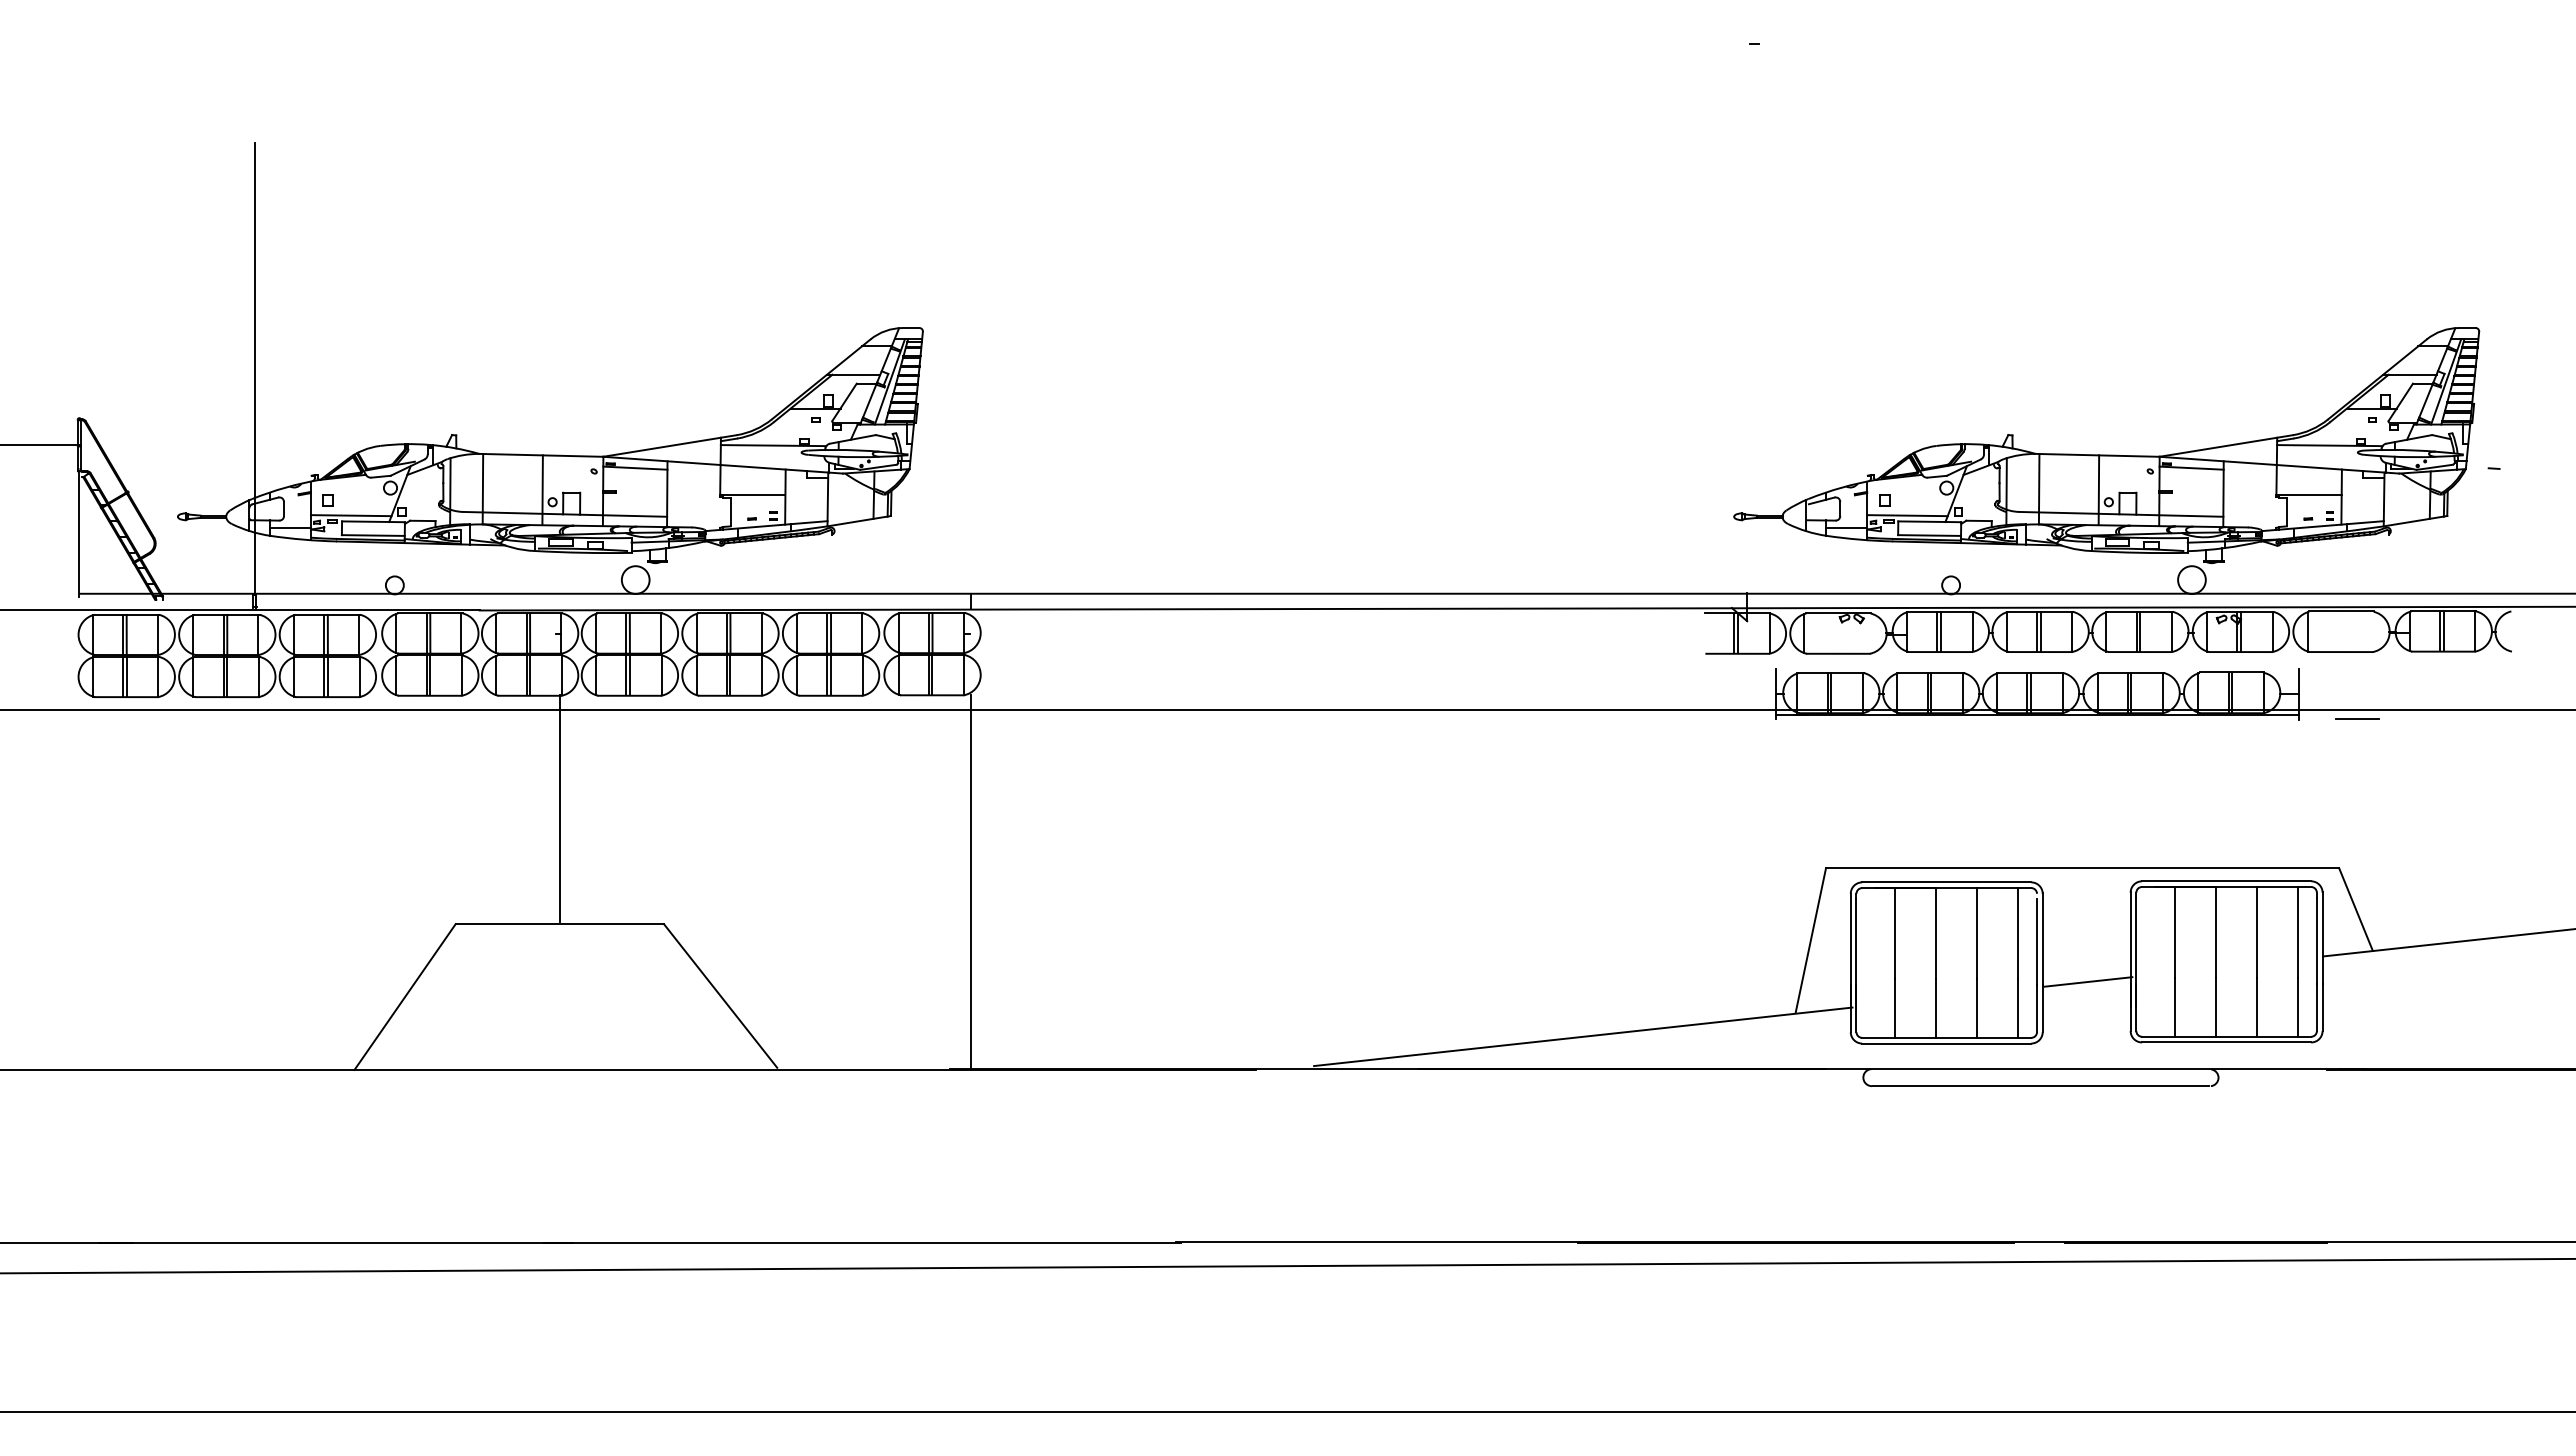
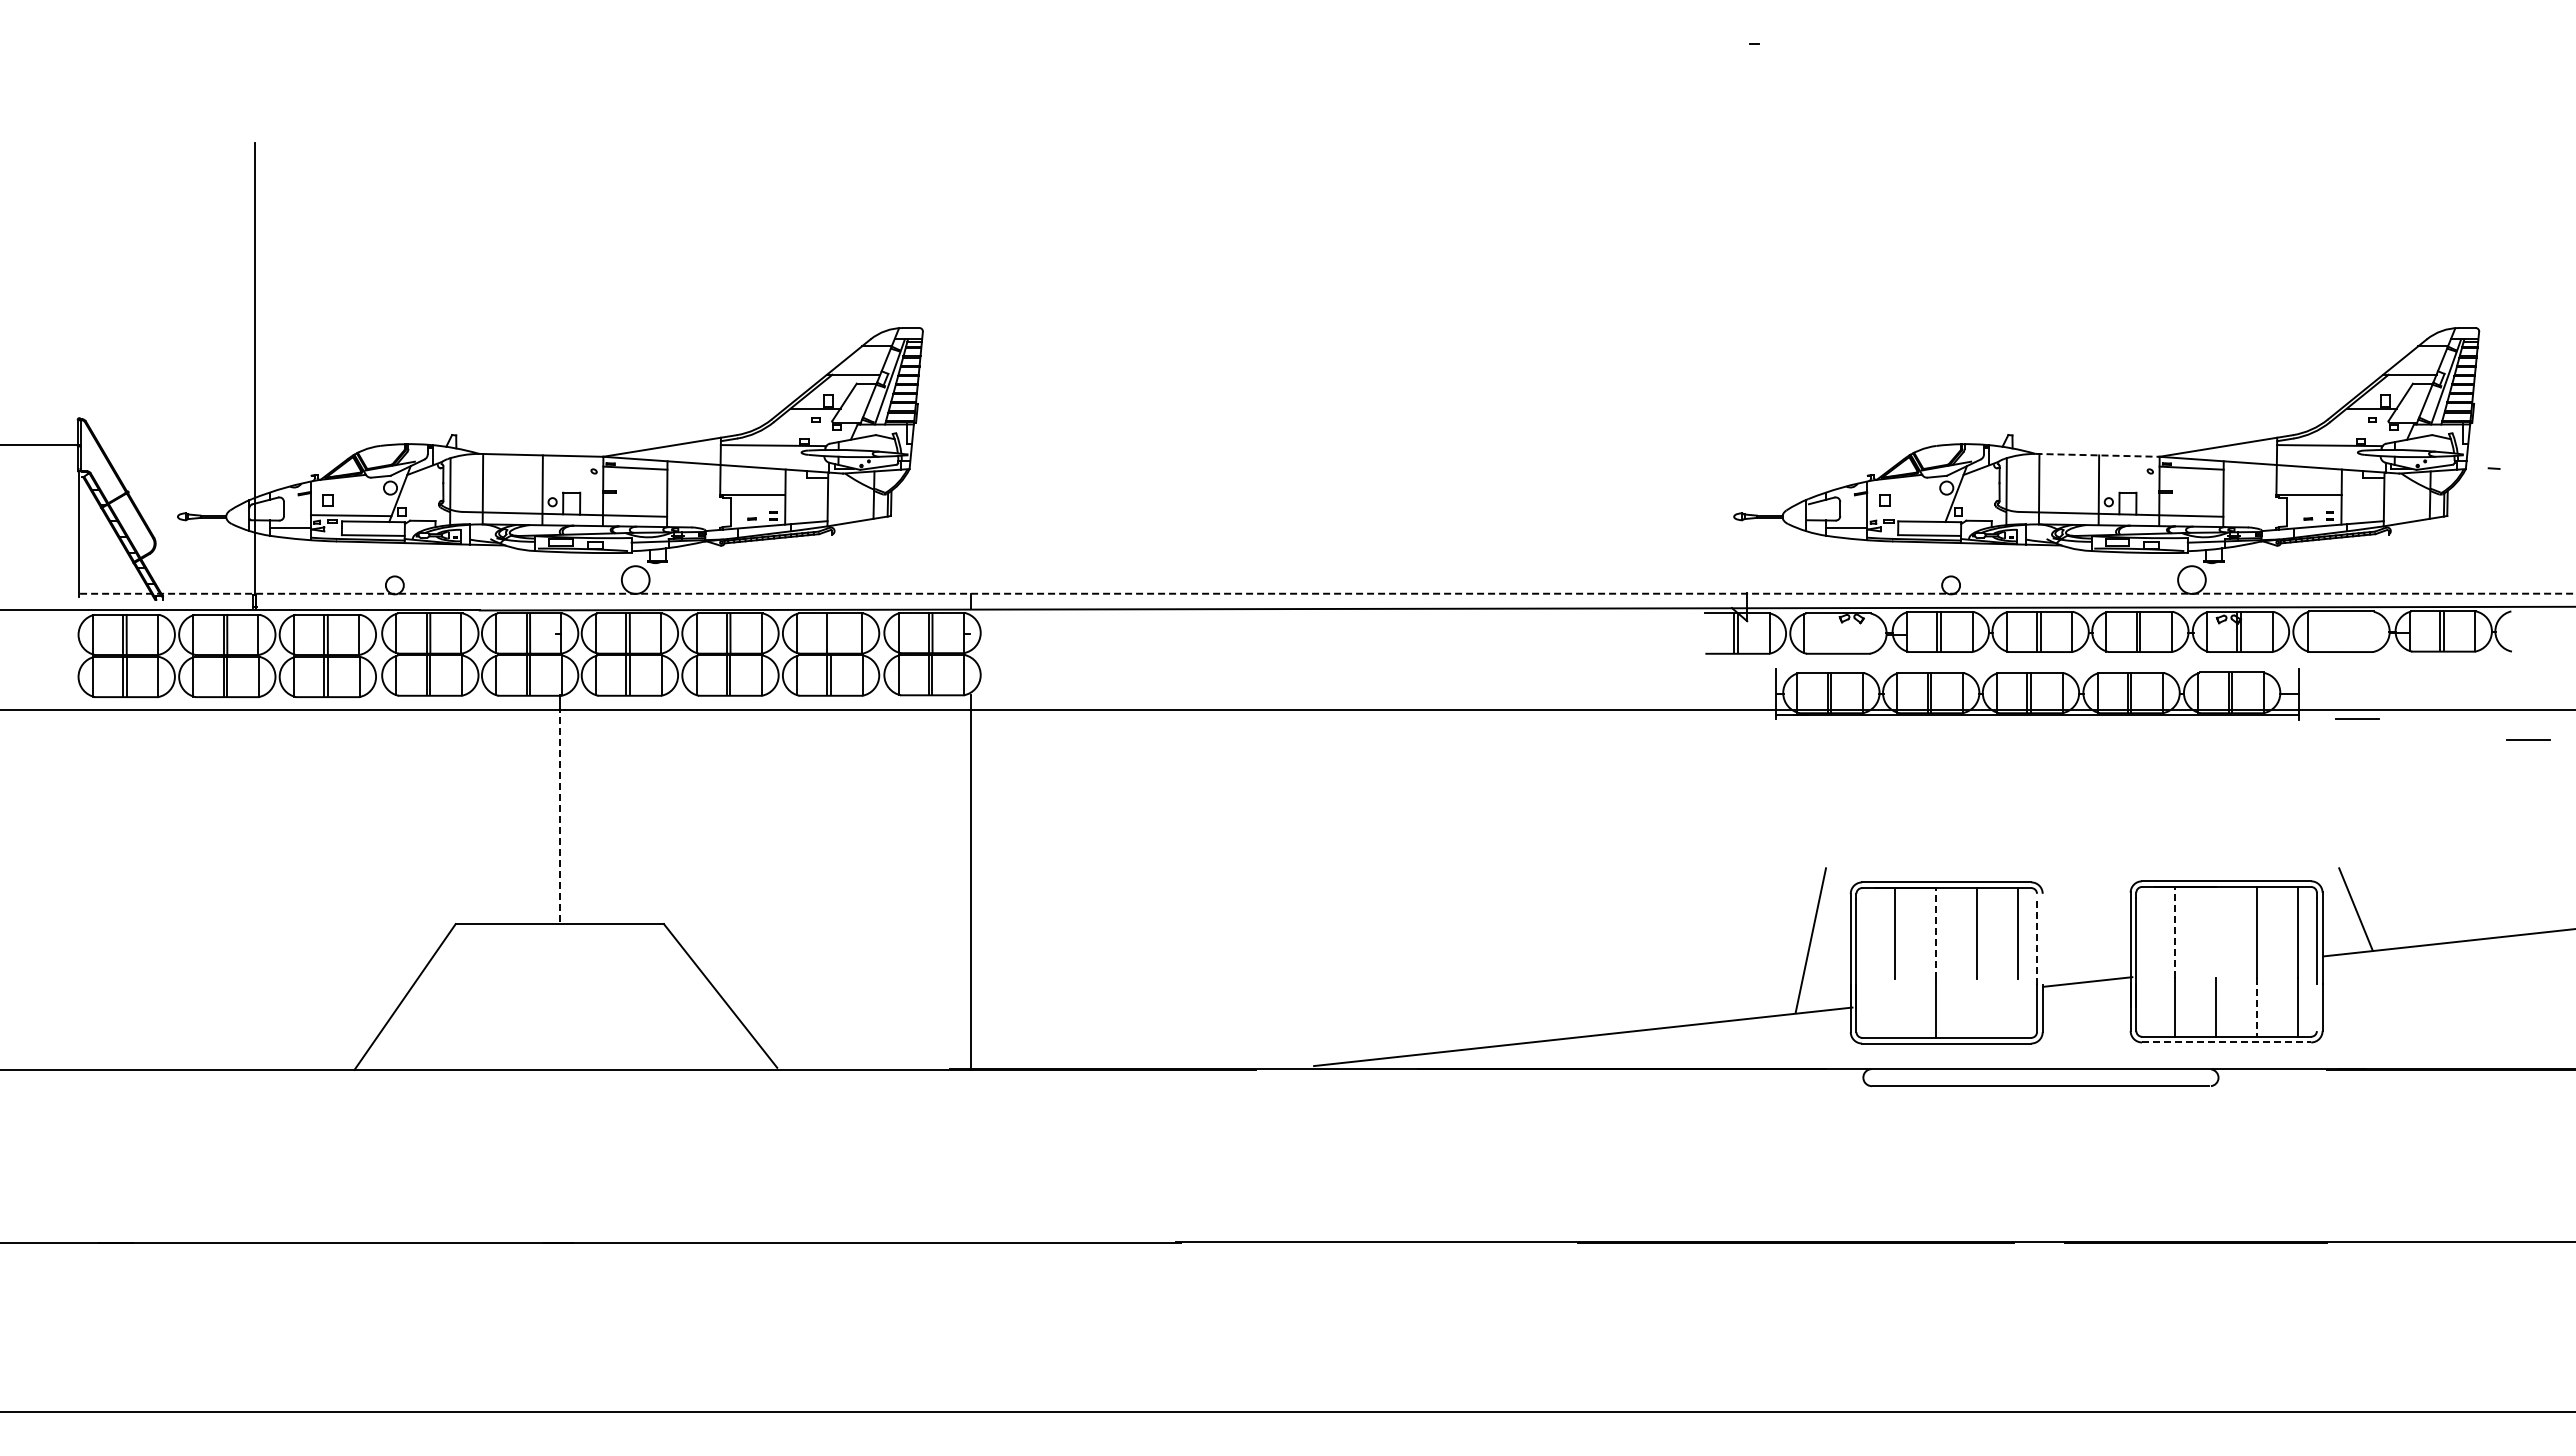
line at (2097, 455): solid -> dashed
line at (1907, 515): present -> none
line at (1328, 593): solid -> dashed
line at (831, 633): present -> none
line at (2528, 739): none -> present
line at (559, 814): solid -> dashed
line at (2082, 868): present -> none
line at (2175, 932): solid -> dashed
line at (2216, 932): present -> none
line at (1936, 933): solid -> dashed
line at (2042, 938): present -> none
line at (2037, 941): solid -> dashed
line at (2257, 1007): solid -> dashed
line at (2316, 1007): present -> none
line at (1895, 1008): present -> none
line at (1977, 1008): present -> none
line at (2018, 1008): present -> none
line at (2226, 1042): solid -> dashed
line at (1287, 1265): present -> none
